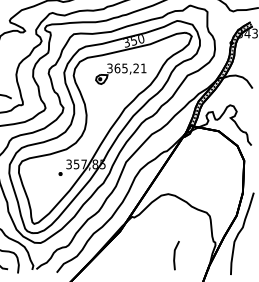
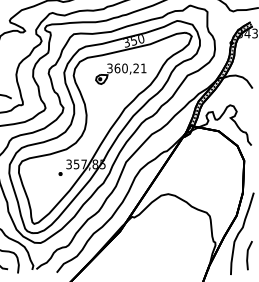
text at (124, 68): 365,21 -> 360,21
line at (175, 255) position: (175, 255) -> (248, 255)
